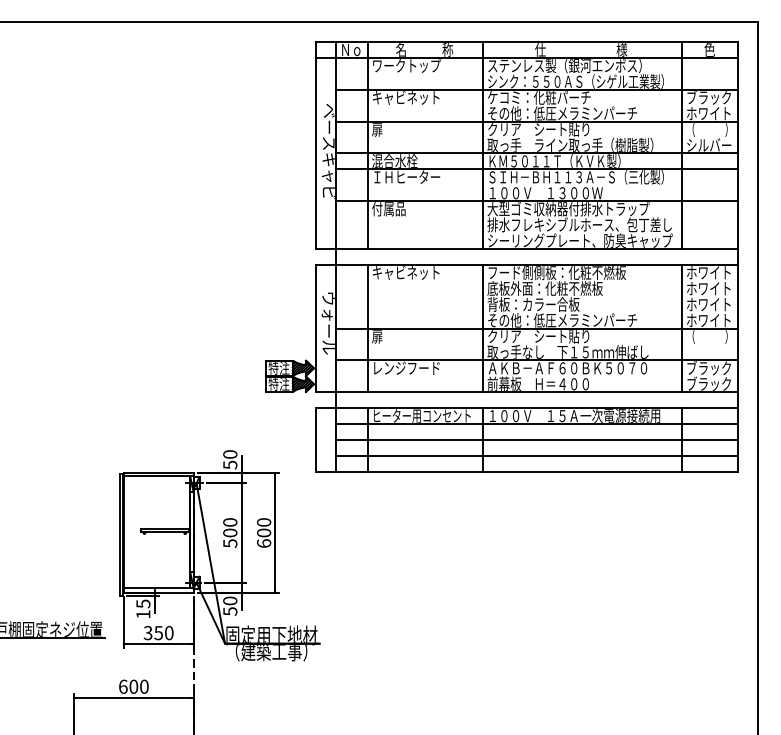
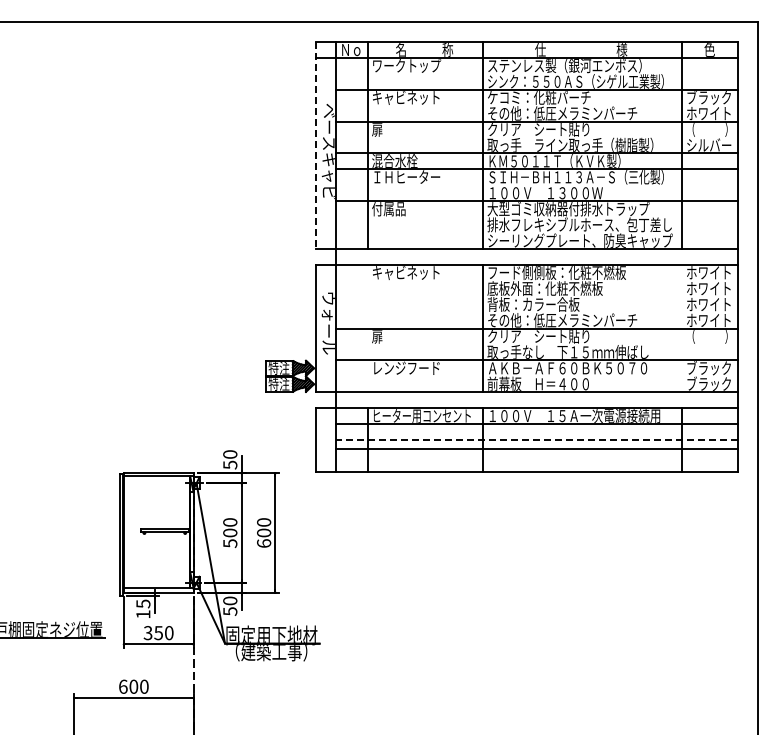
line at (315, 146): solid -> dashed
line at (367, 328): present -> none
line at (681, 328): present -> none
line at (536, 439): solid -> dashed
line at (536, 455) position: (536, 455) -> (536, 448)
